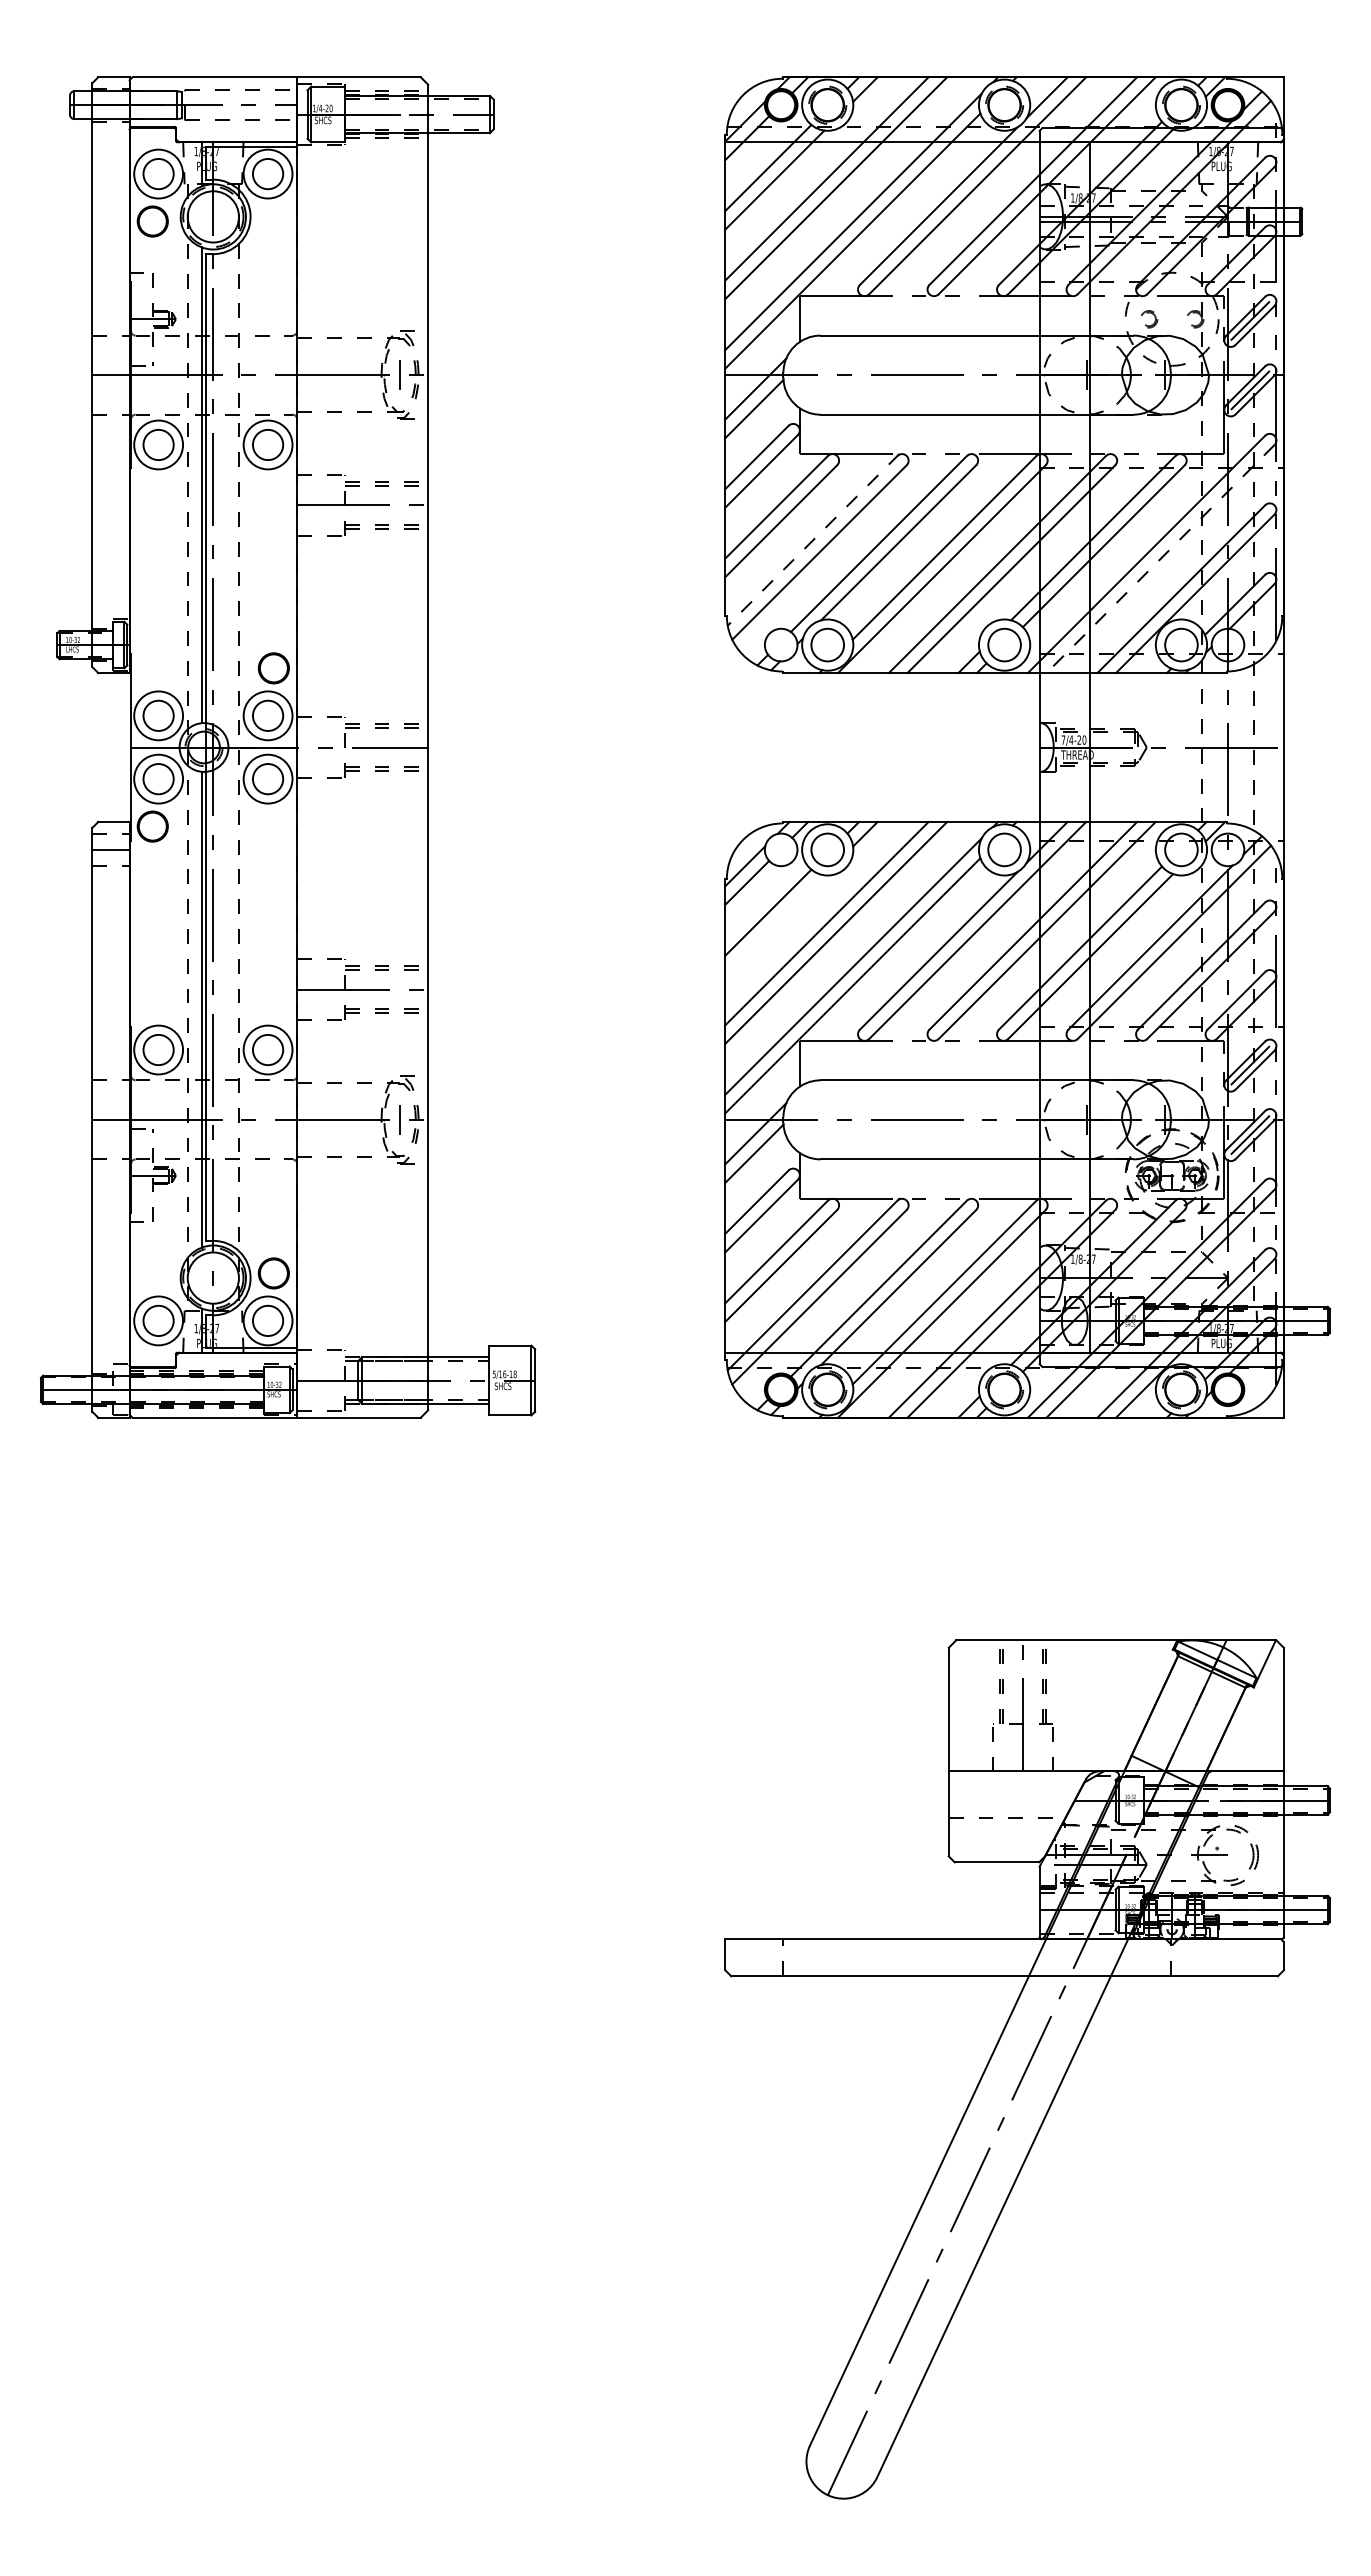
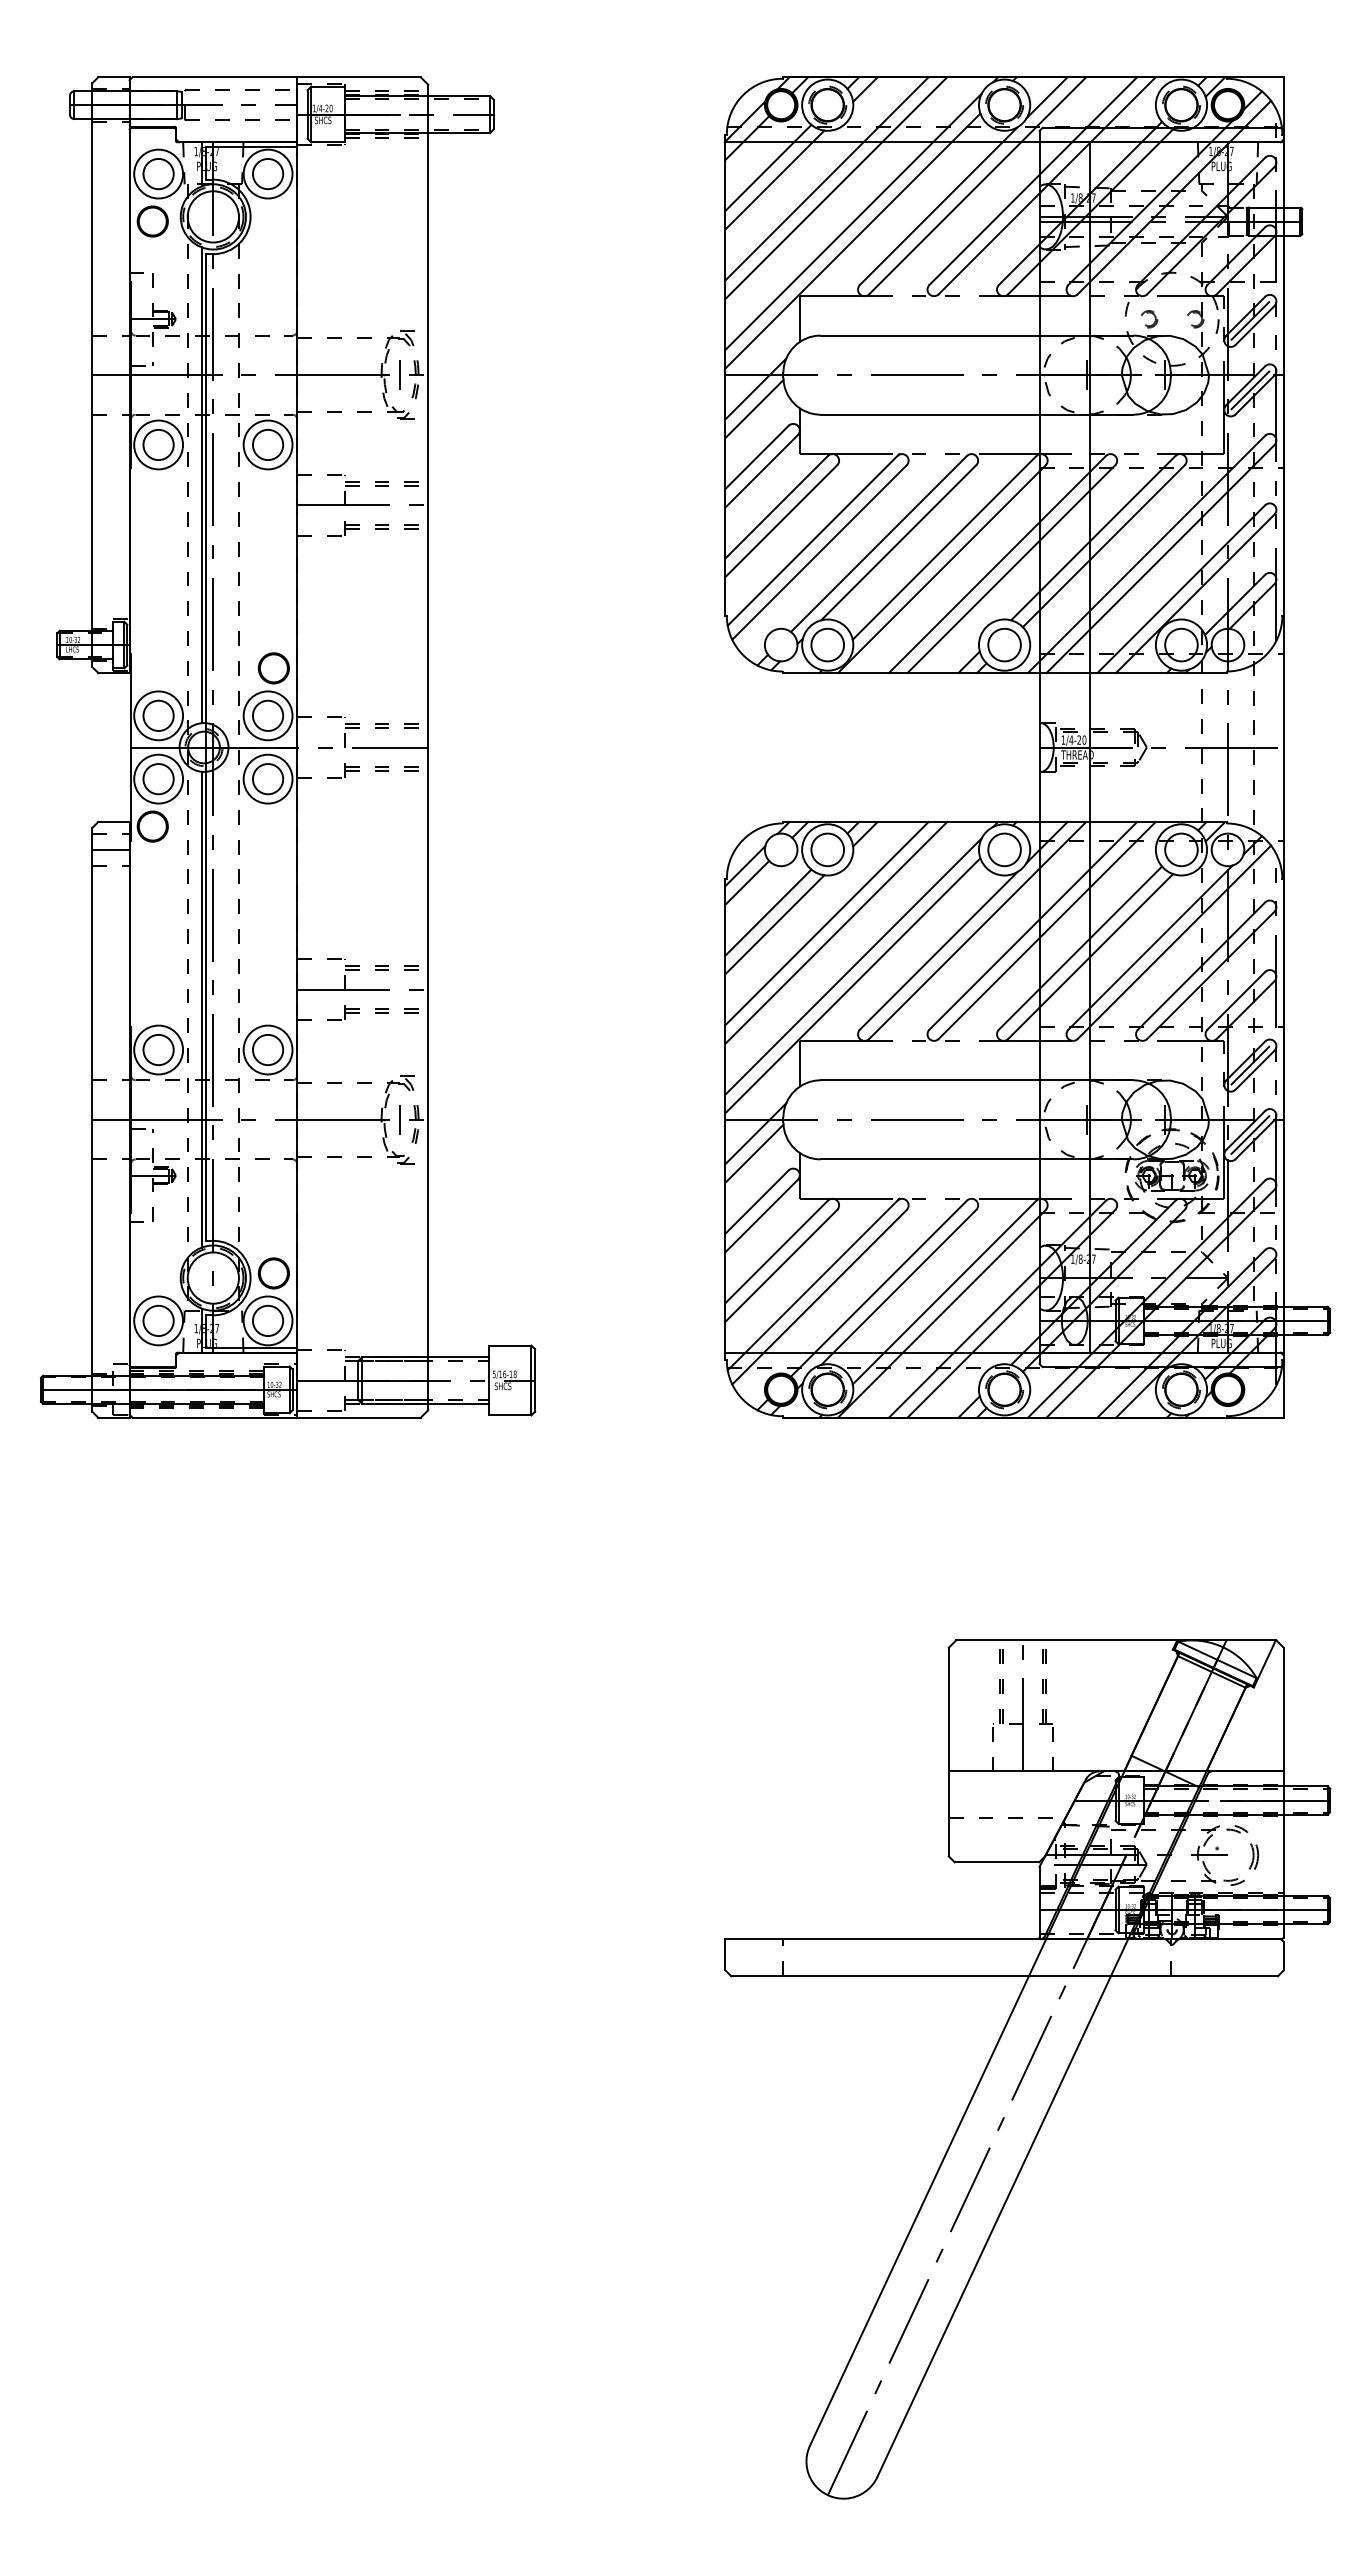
line at (813, 540): dashed -> solid
line at (1160, 559): dashed -> solid
text at (1063, 739): 7/4-20 -> 1/4-20
line at (774, 924): none -> present
